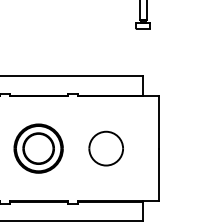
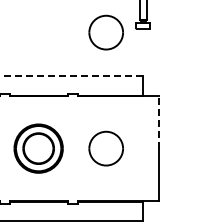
part at (105, 32): none -> present
line at (71, 76): solid -> dashed
line at (159, 122): solid -> dashed
